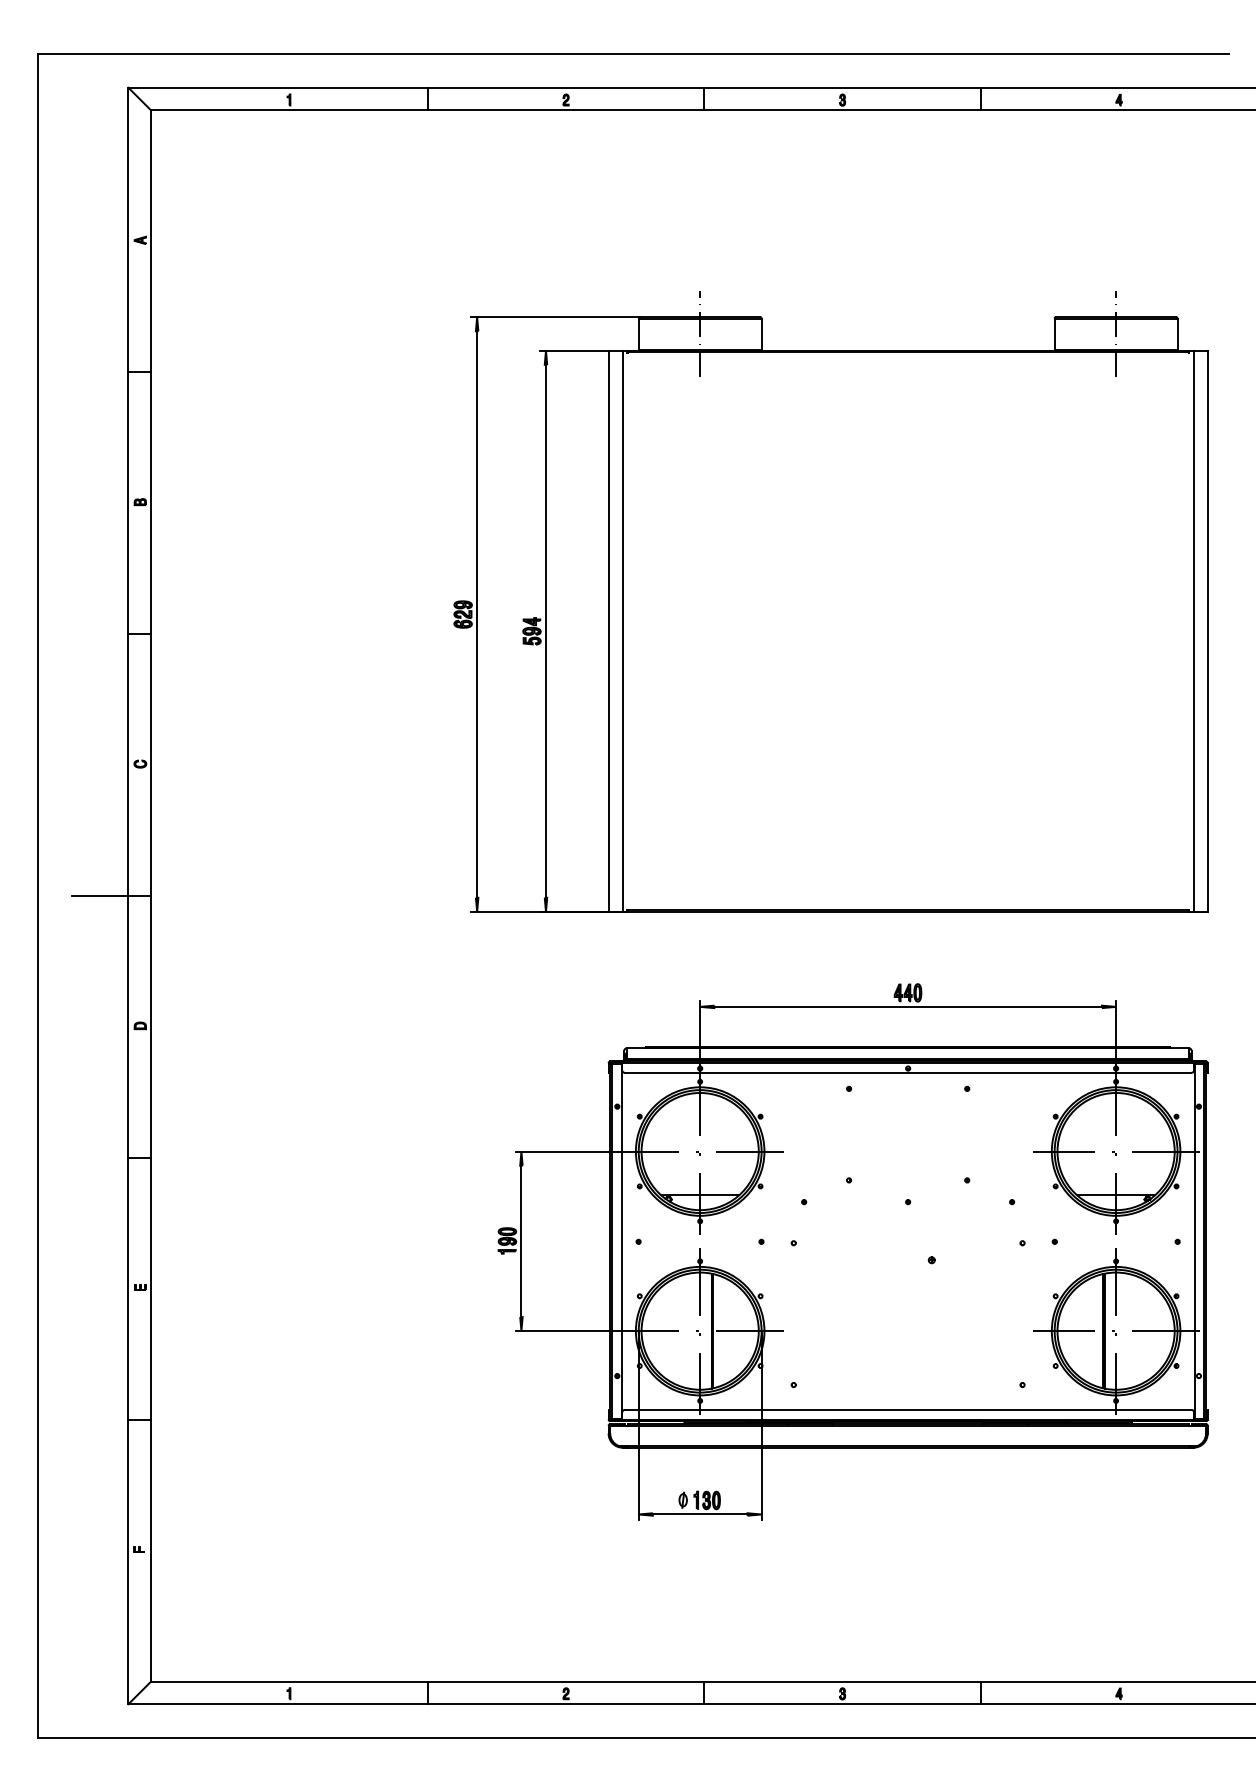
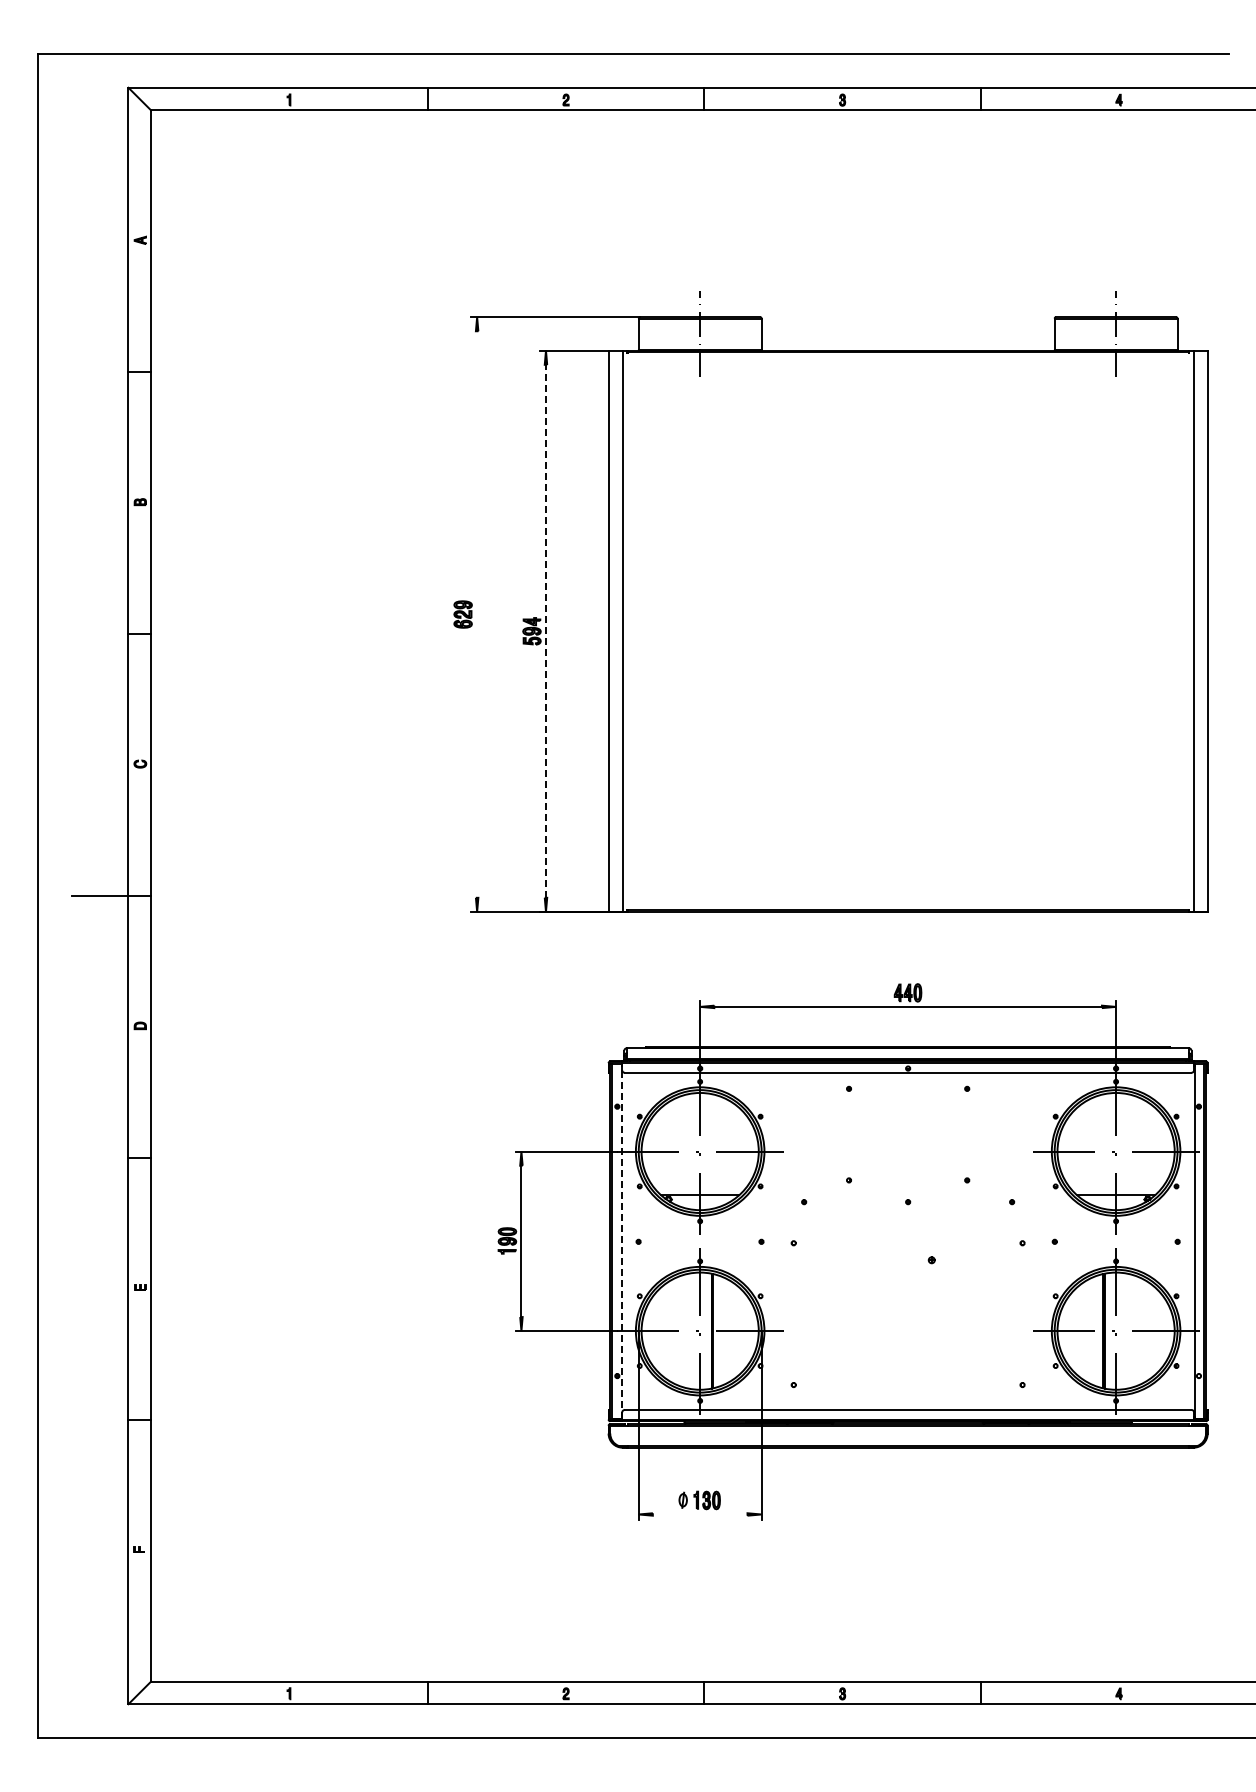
line at (477, 614): present -> none
line at (545, 630): solid -> dashed
line at (621, 1240): solid -> dashed
line at (699, 1514): present -> none
